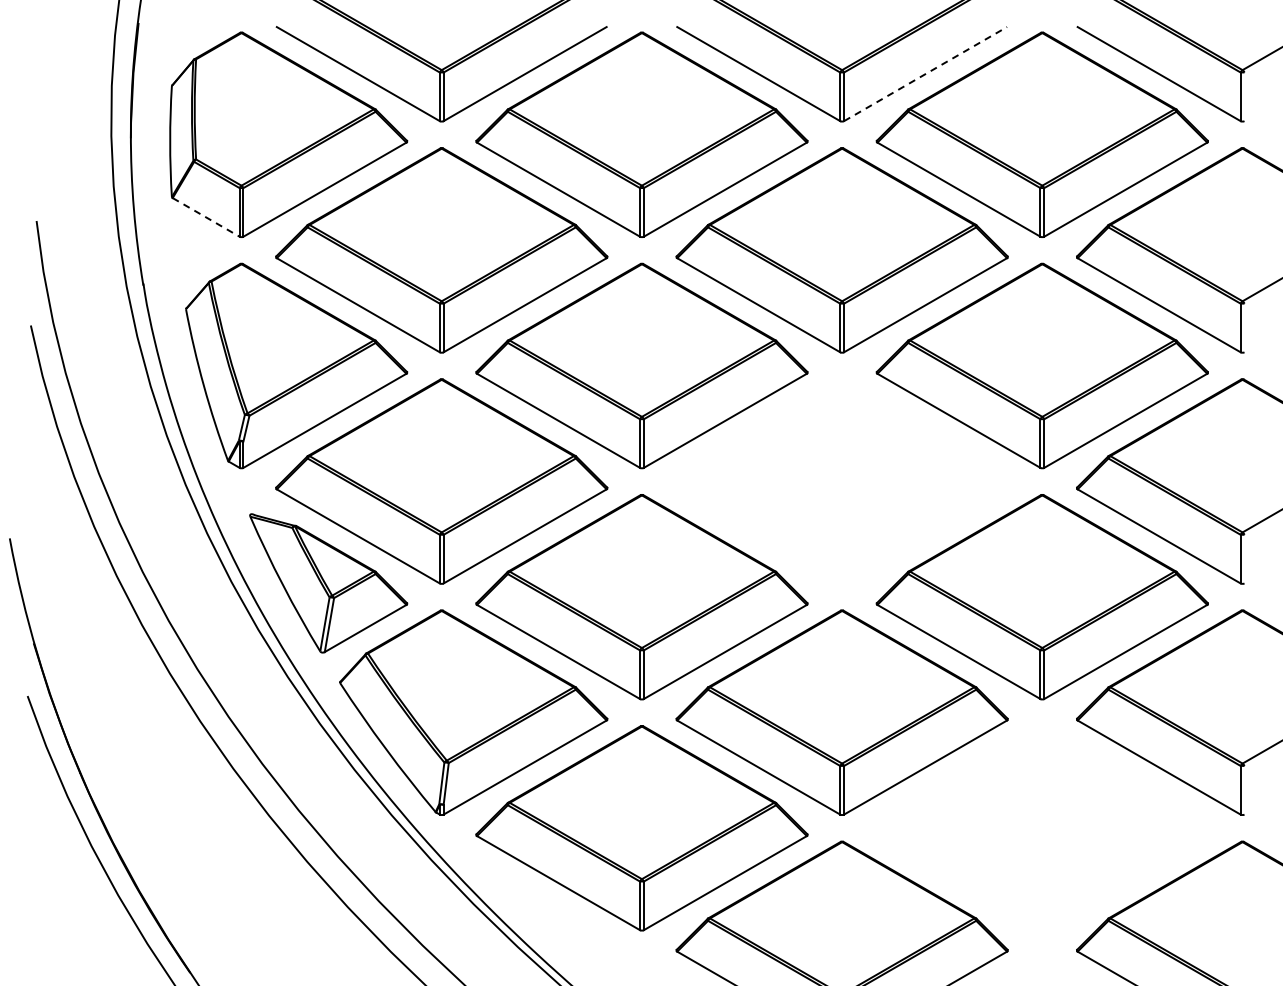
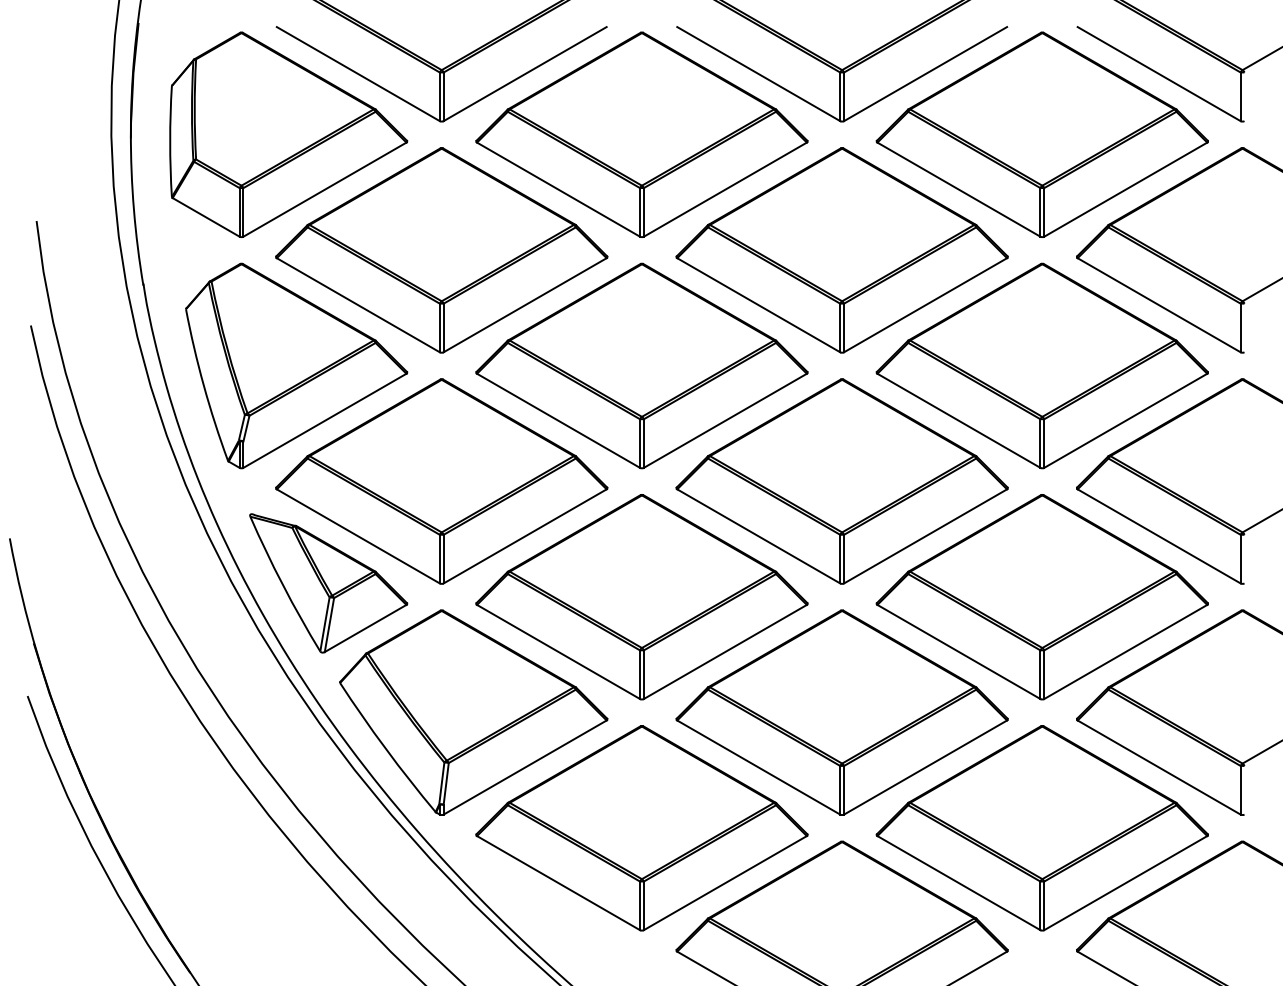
line at (926, 73): dashed -> solid
line at (206, 217): dashed -> solid
part at (841, 481): none -> present
part at (1041, 828): none -> present
